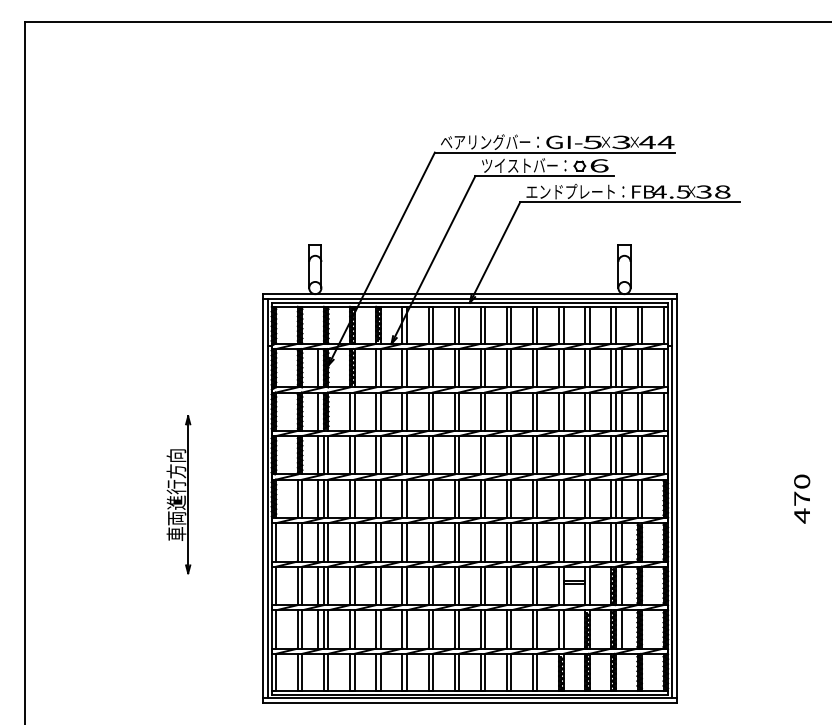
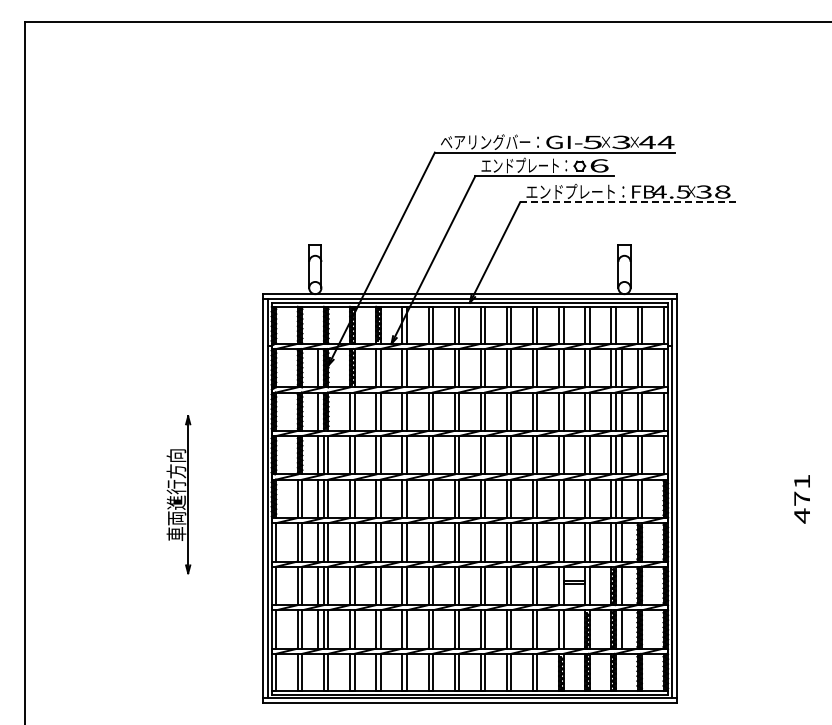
text at (524, 165): ツイストバー： -> エンドプレート：
line at (629, 202): solid -> dashed
text at (802, 481): 470 -> 471
